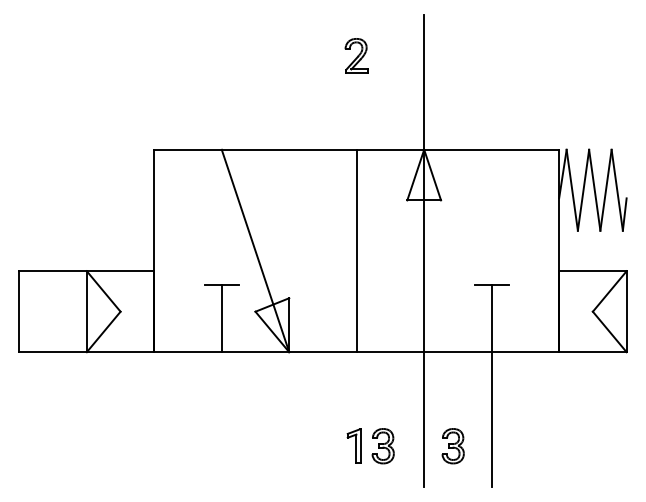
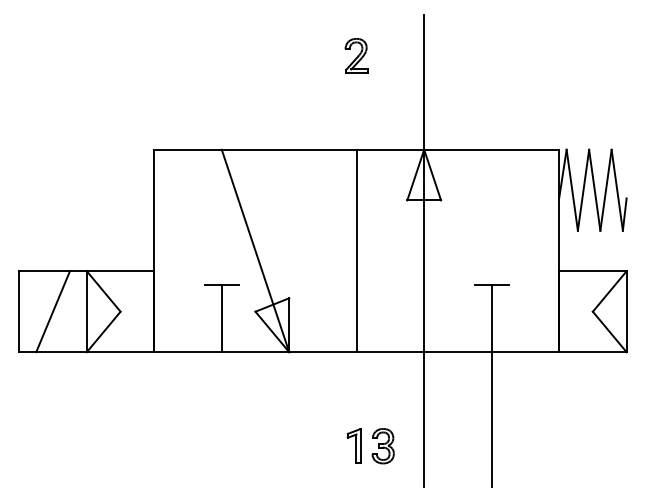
line at (52, 311): none -> present
part at (452, 446): present -> none
